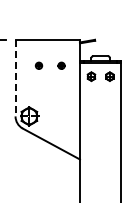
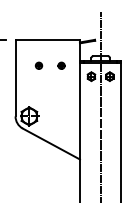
line at (15, 78): dashed -> solid
line at (100, 105): none -> present
